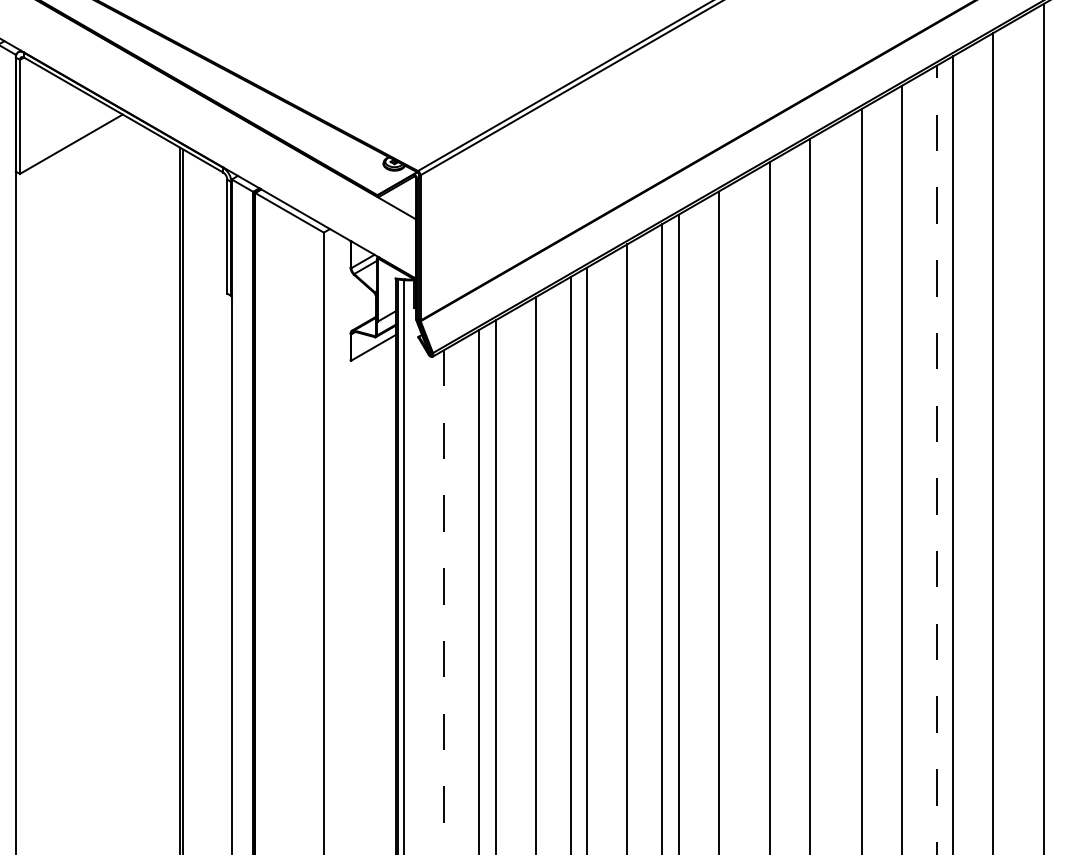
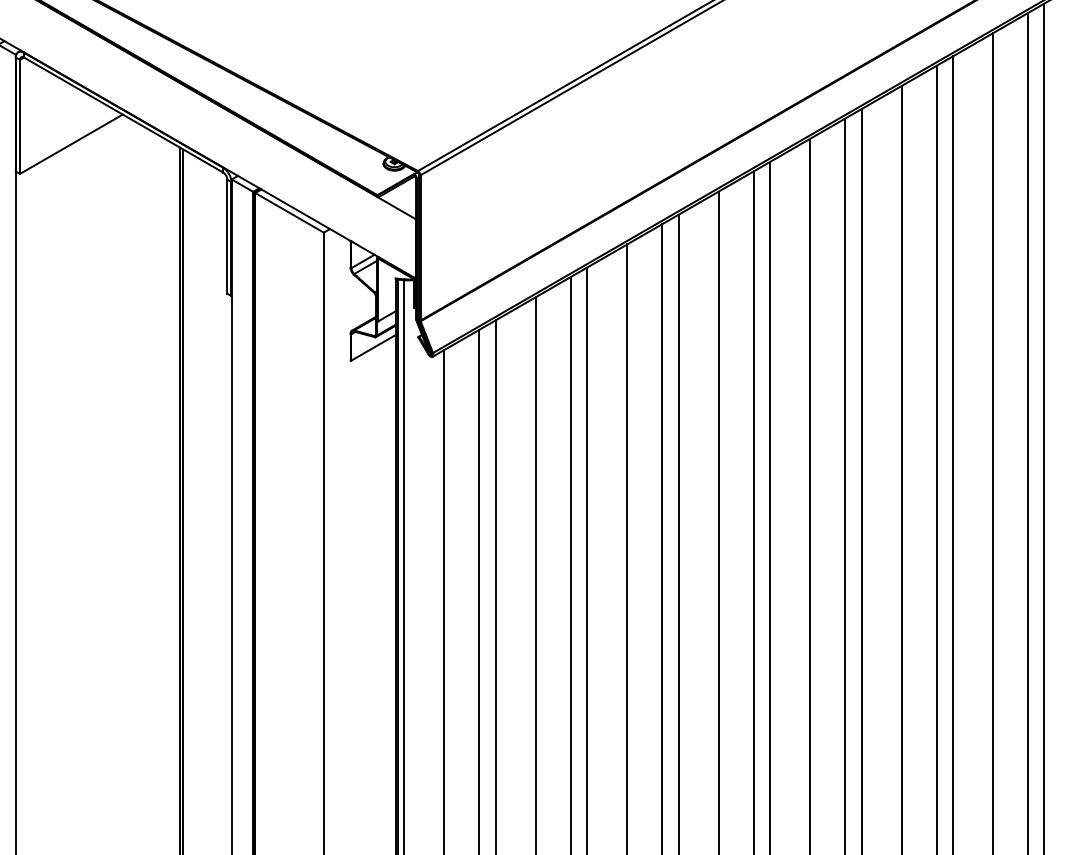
line at (1027, 432): none -> present
line at (936, 459): dashed -> solid
line at (845, 484): none -> present
line at (753, 511): none -> present
line at (444, 603): dashed -> solid
